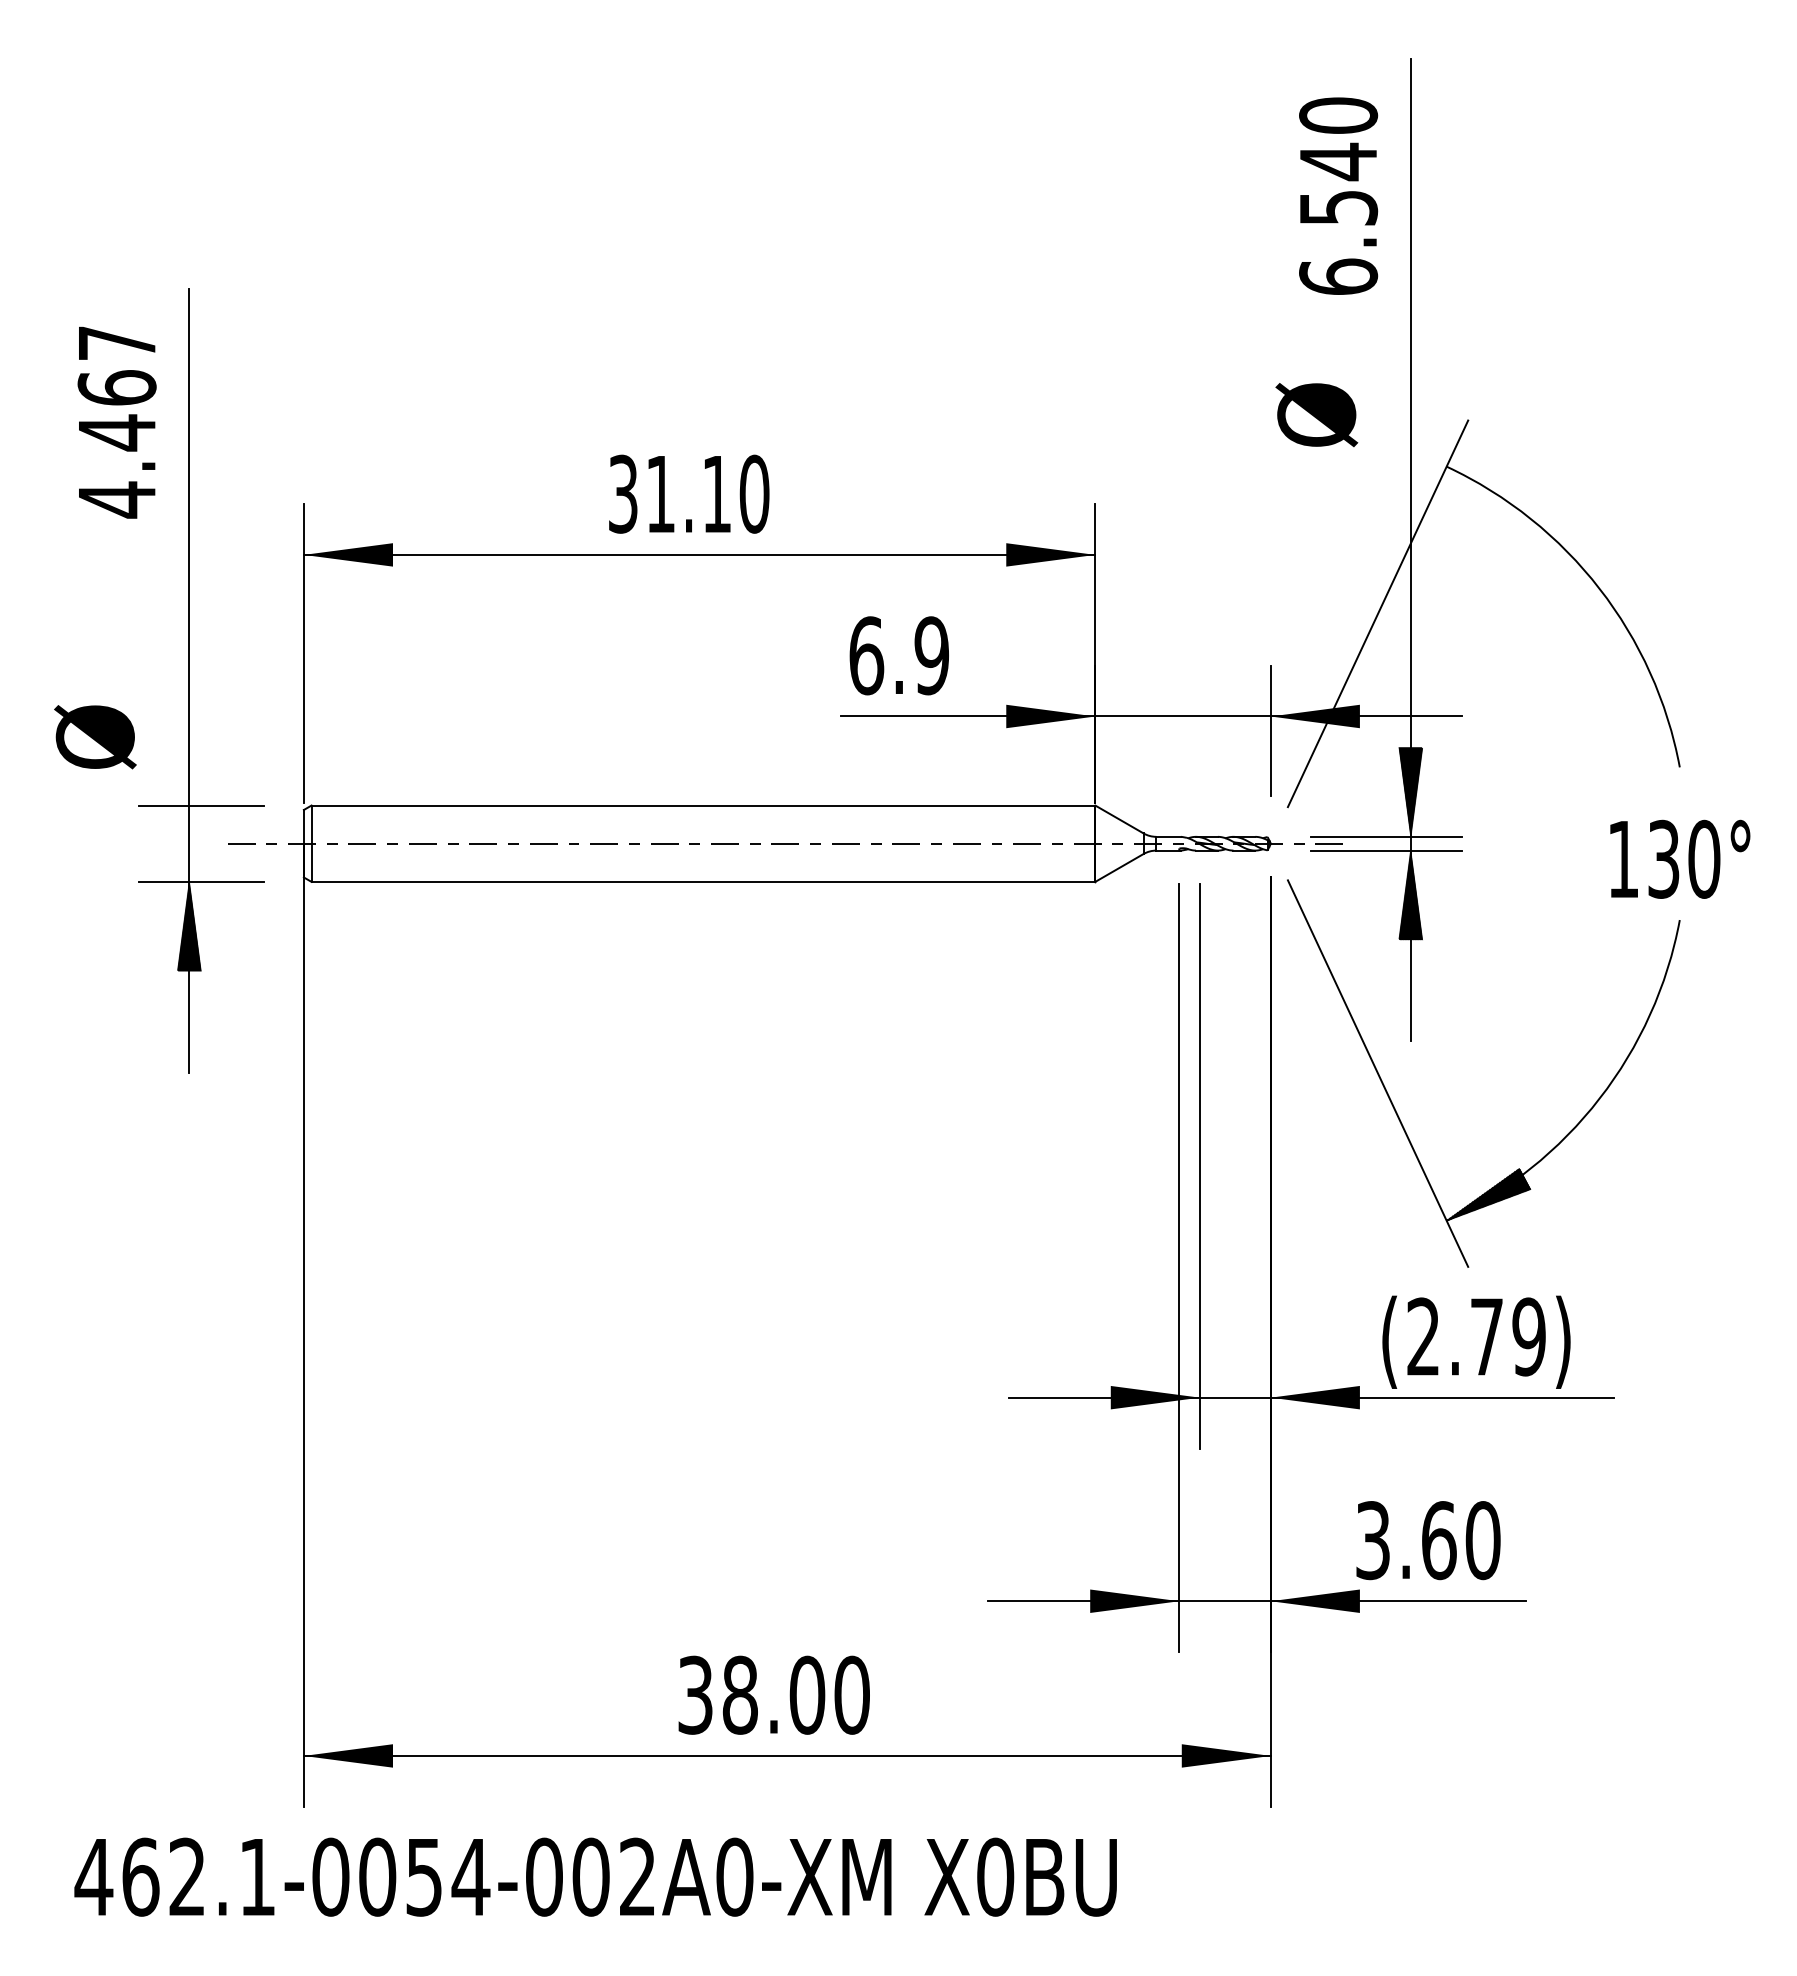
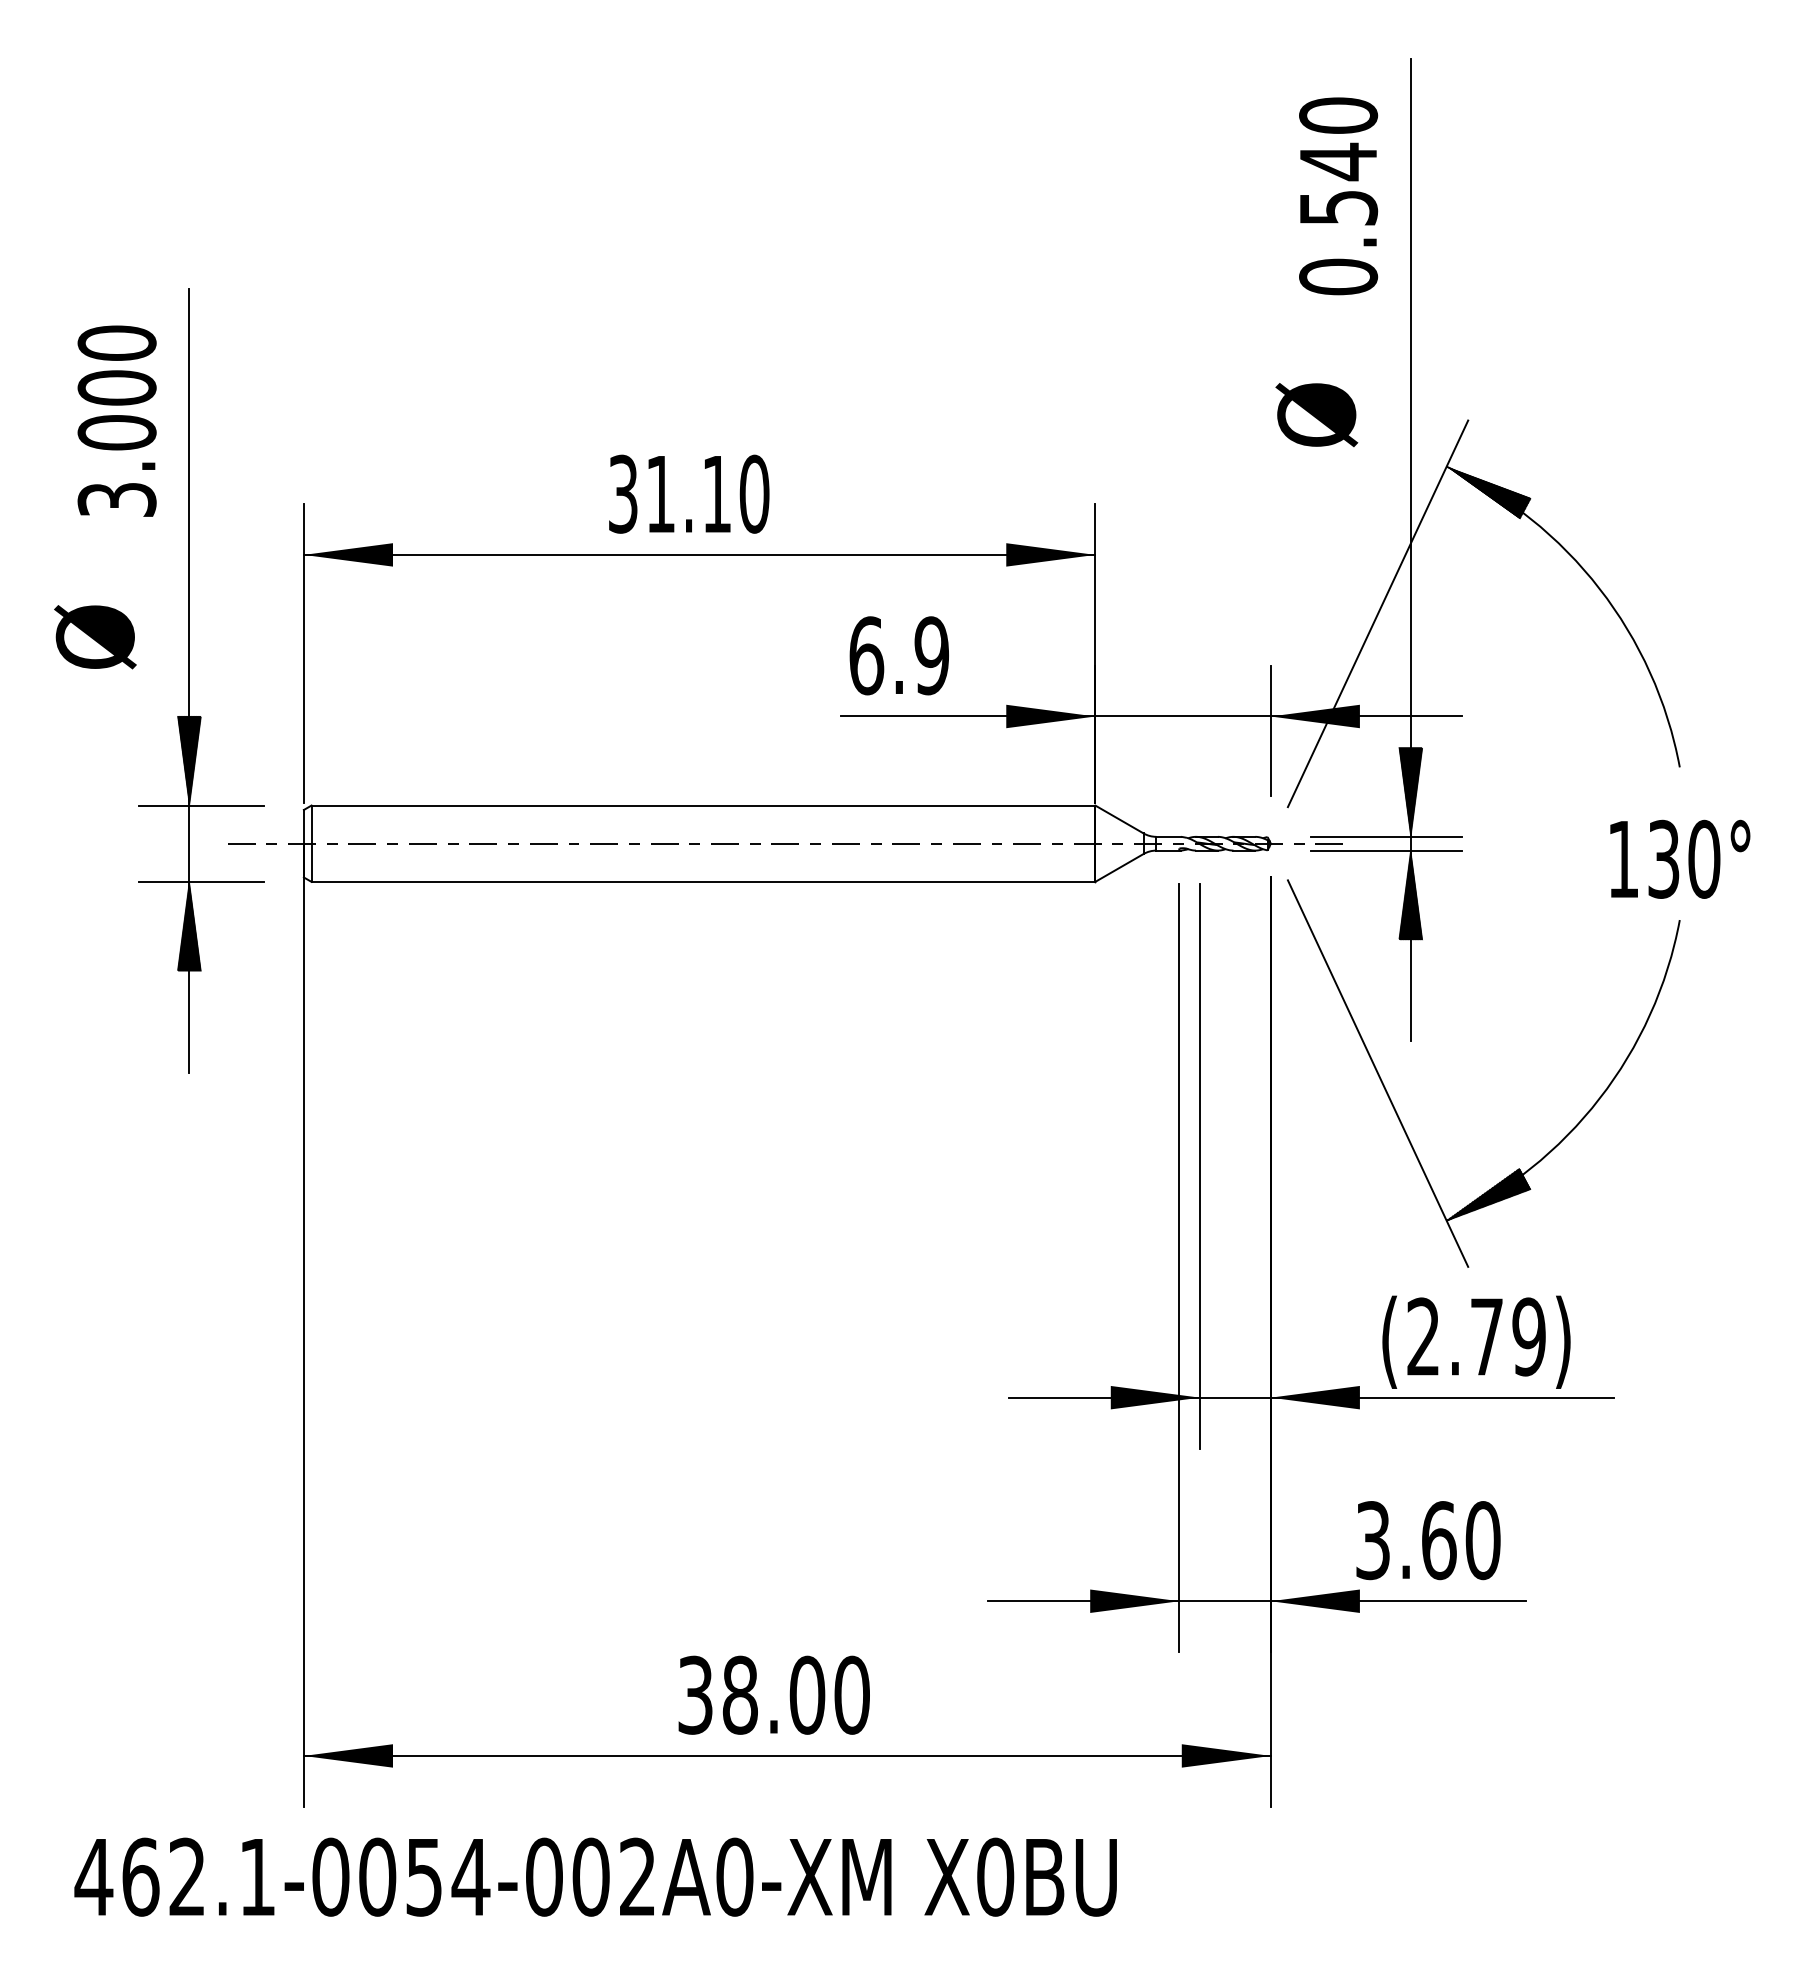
text at (1338, 276): 6.540 -> 0.540
text at (116, 421): 4.467 -> 3.000
hatch at (1488, 492): none -> present
text at (95, 737) position: (95, 737) -> (95, 637)
hatch at (189, 760): none -> present
